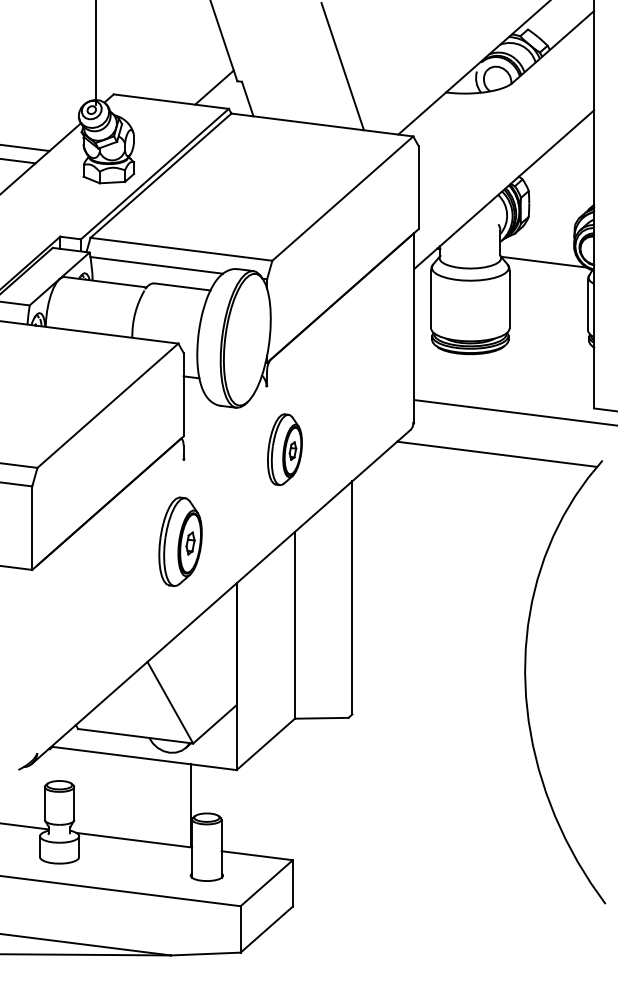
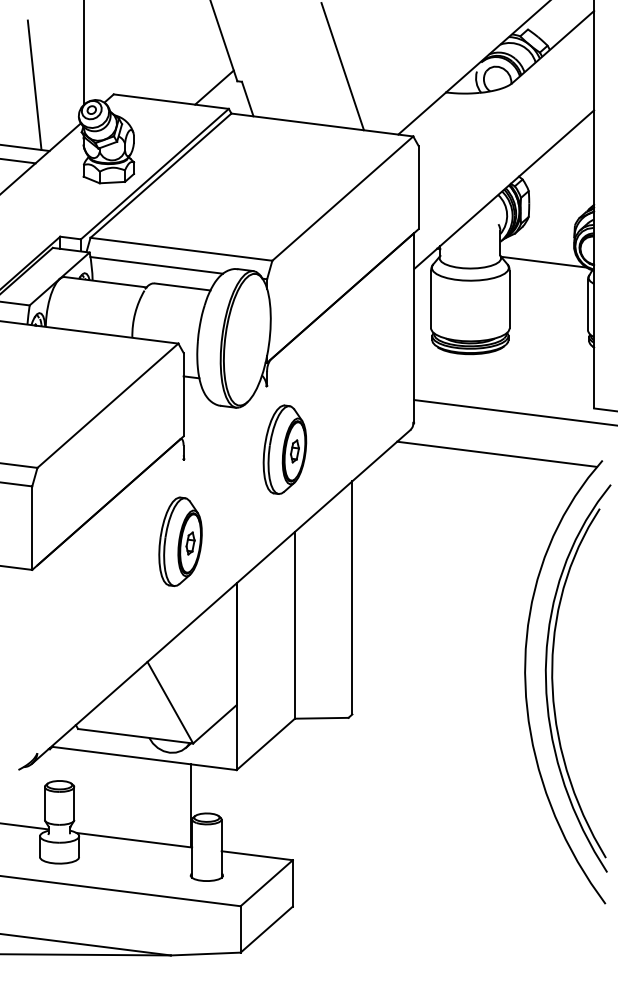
line at (95, 53) position: (95, 53) -> (83, 53)
line at (34, 85): none -> present
part at (284, 449) size: 36x74 px -> 46x91 px
part at (553, 678): none -> present
